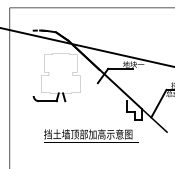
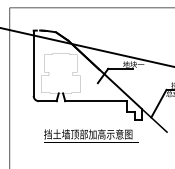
line at (33, 63): none -> present
line at (95, 101): none -> present
